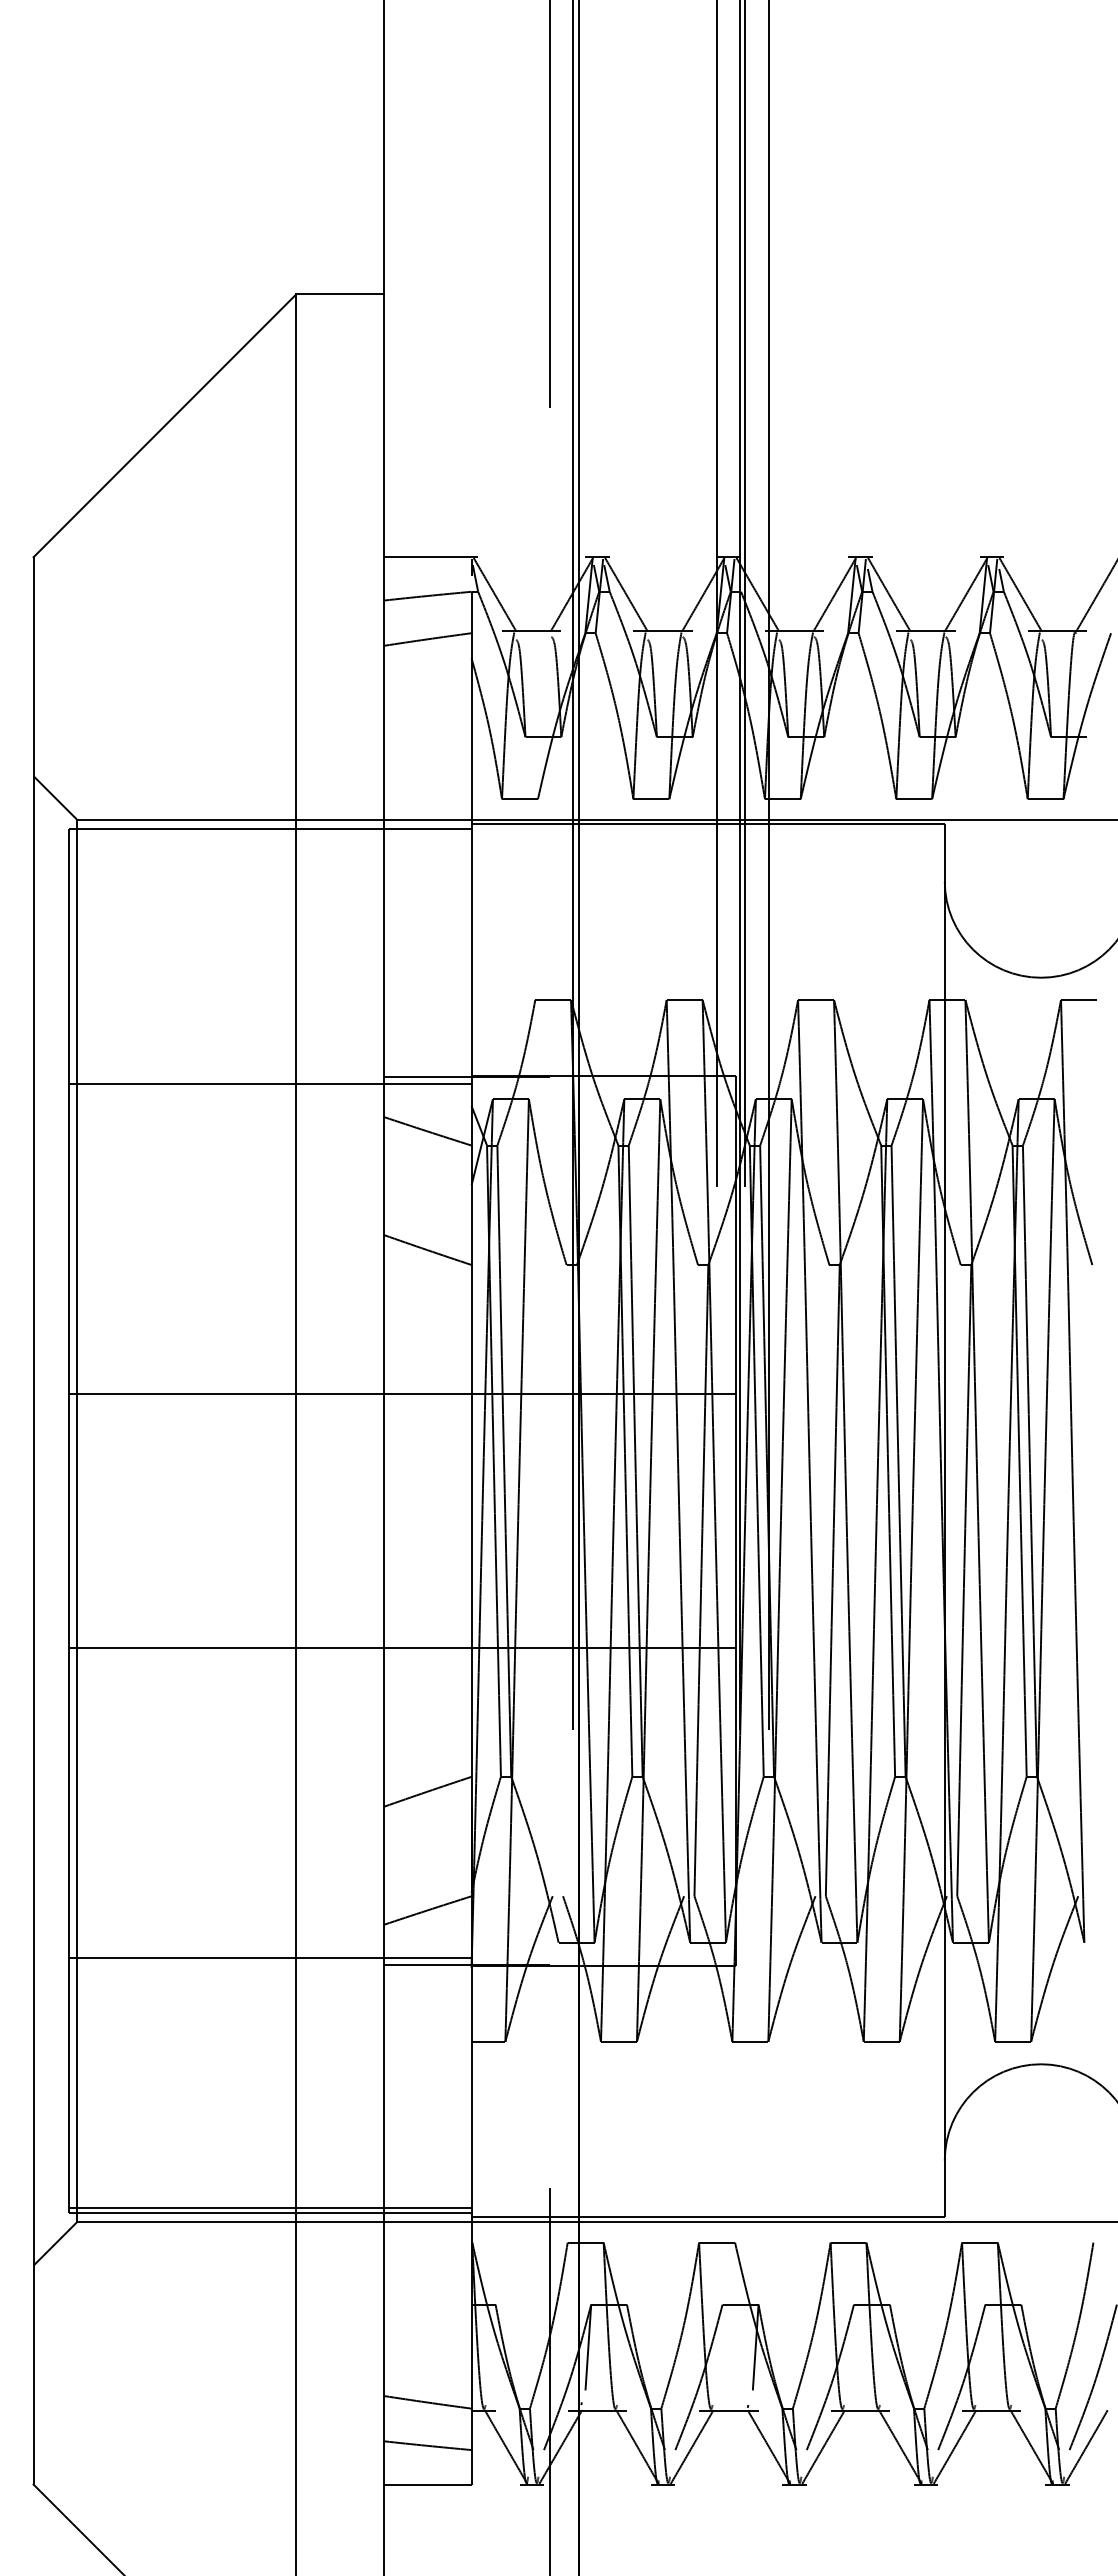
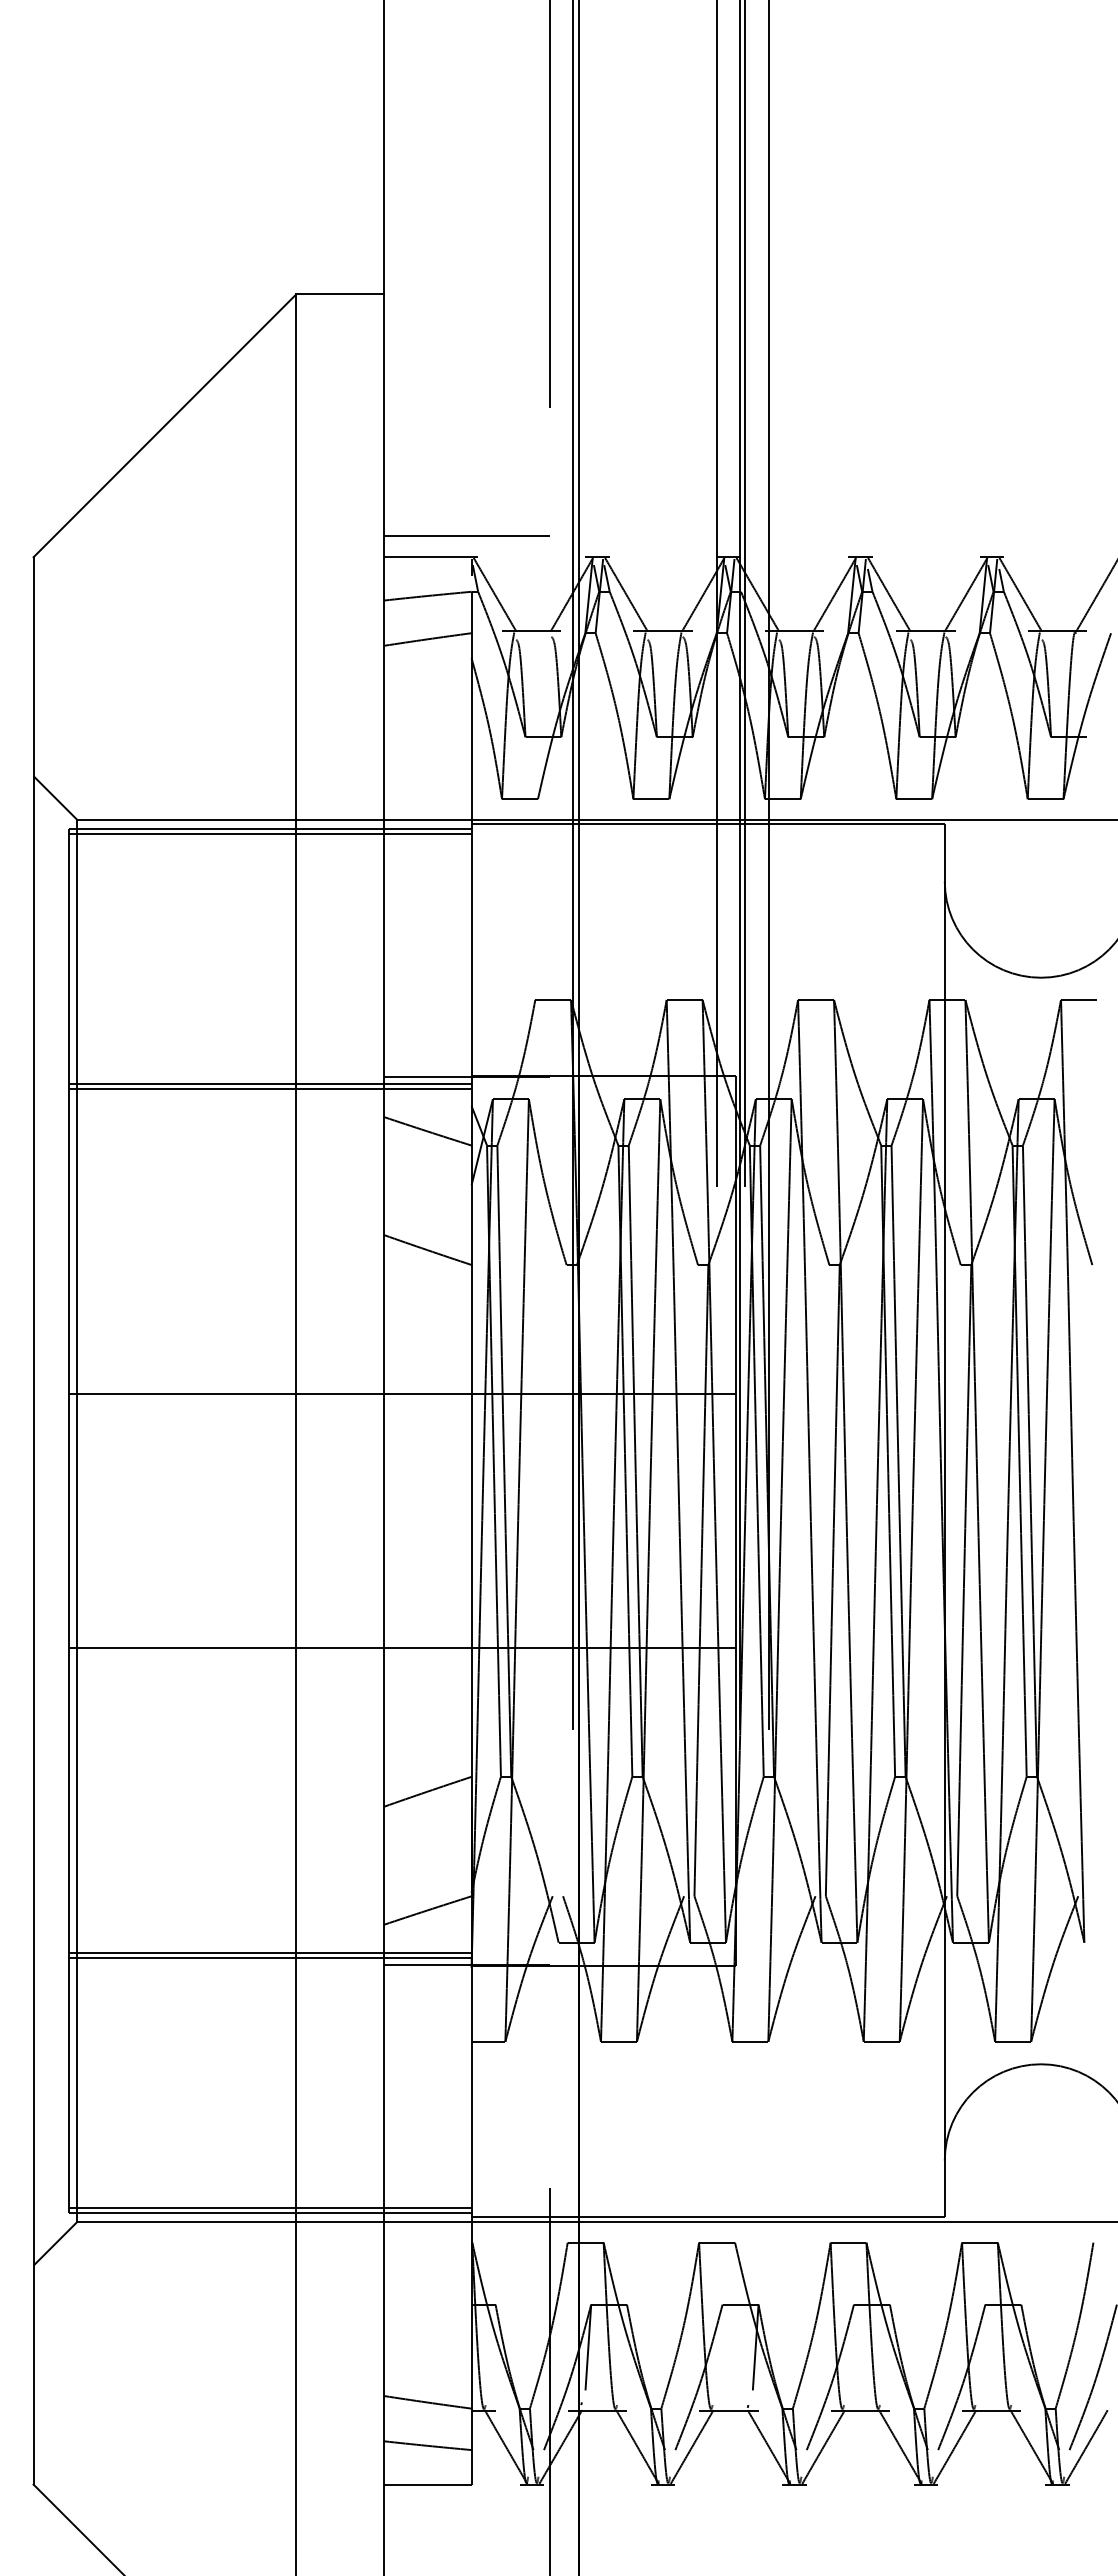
line at (466, 536): none -> present
line at (269, 833): none -> present
line at (269, 1089): none -> present
line at (269, 1952): none -> present
